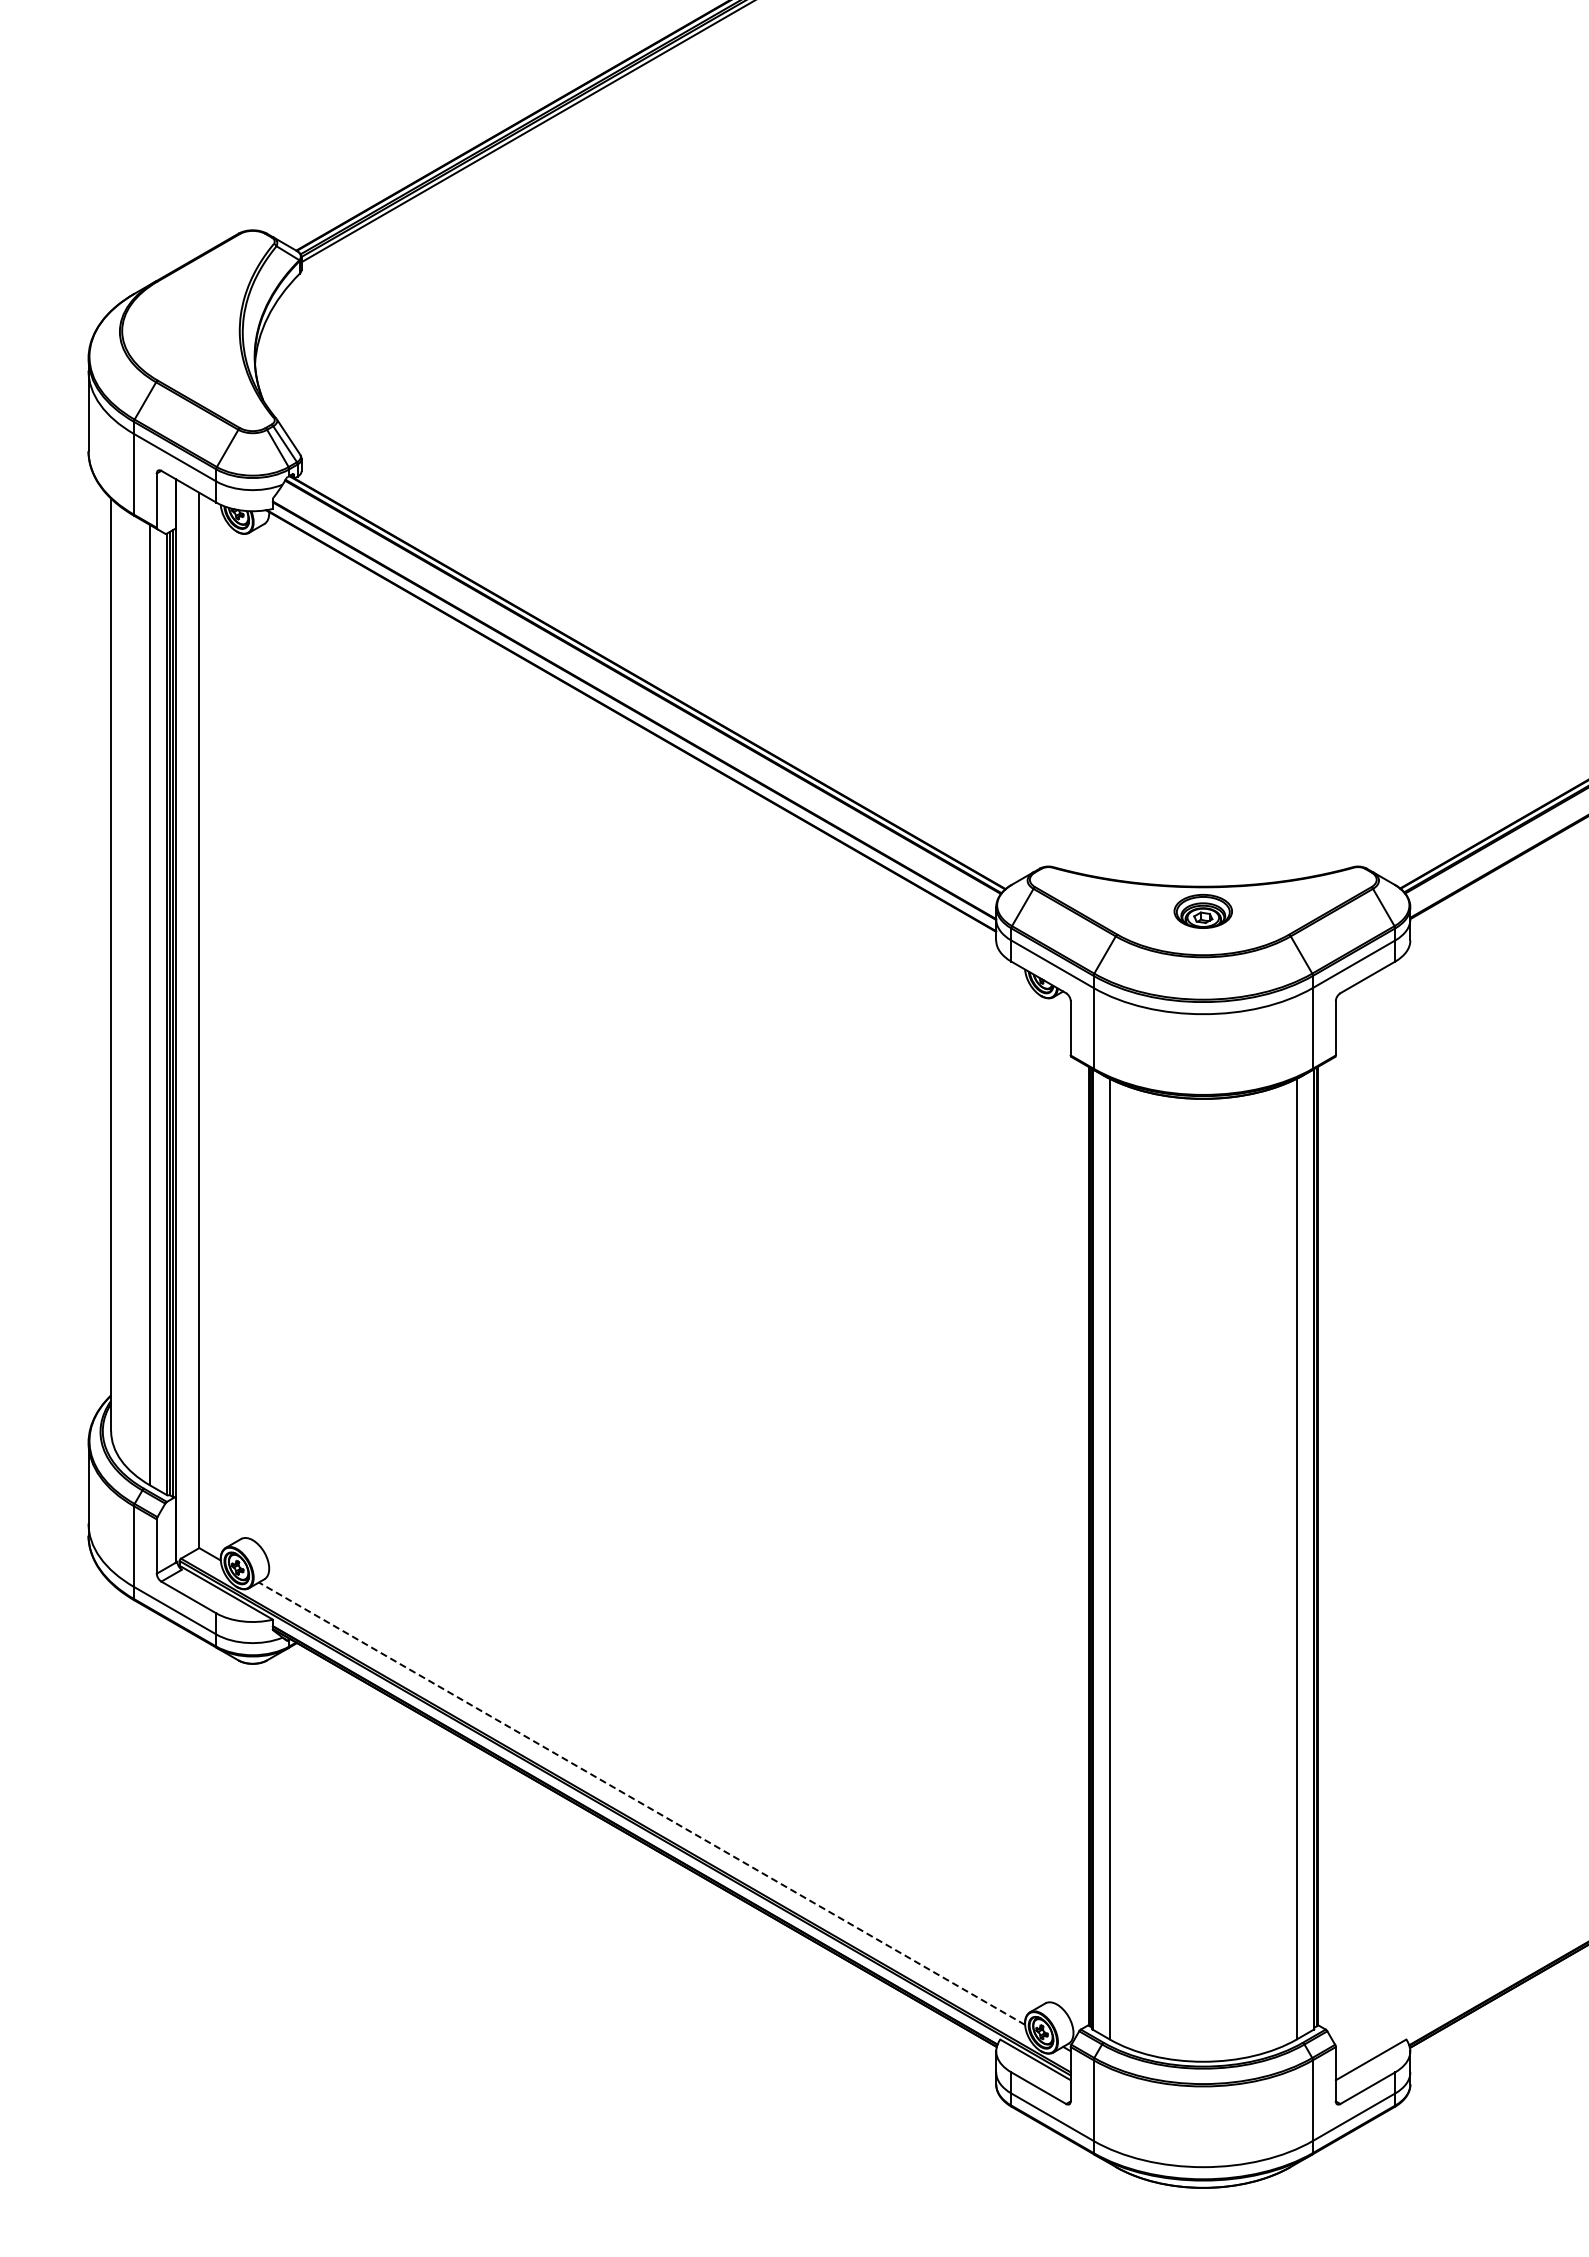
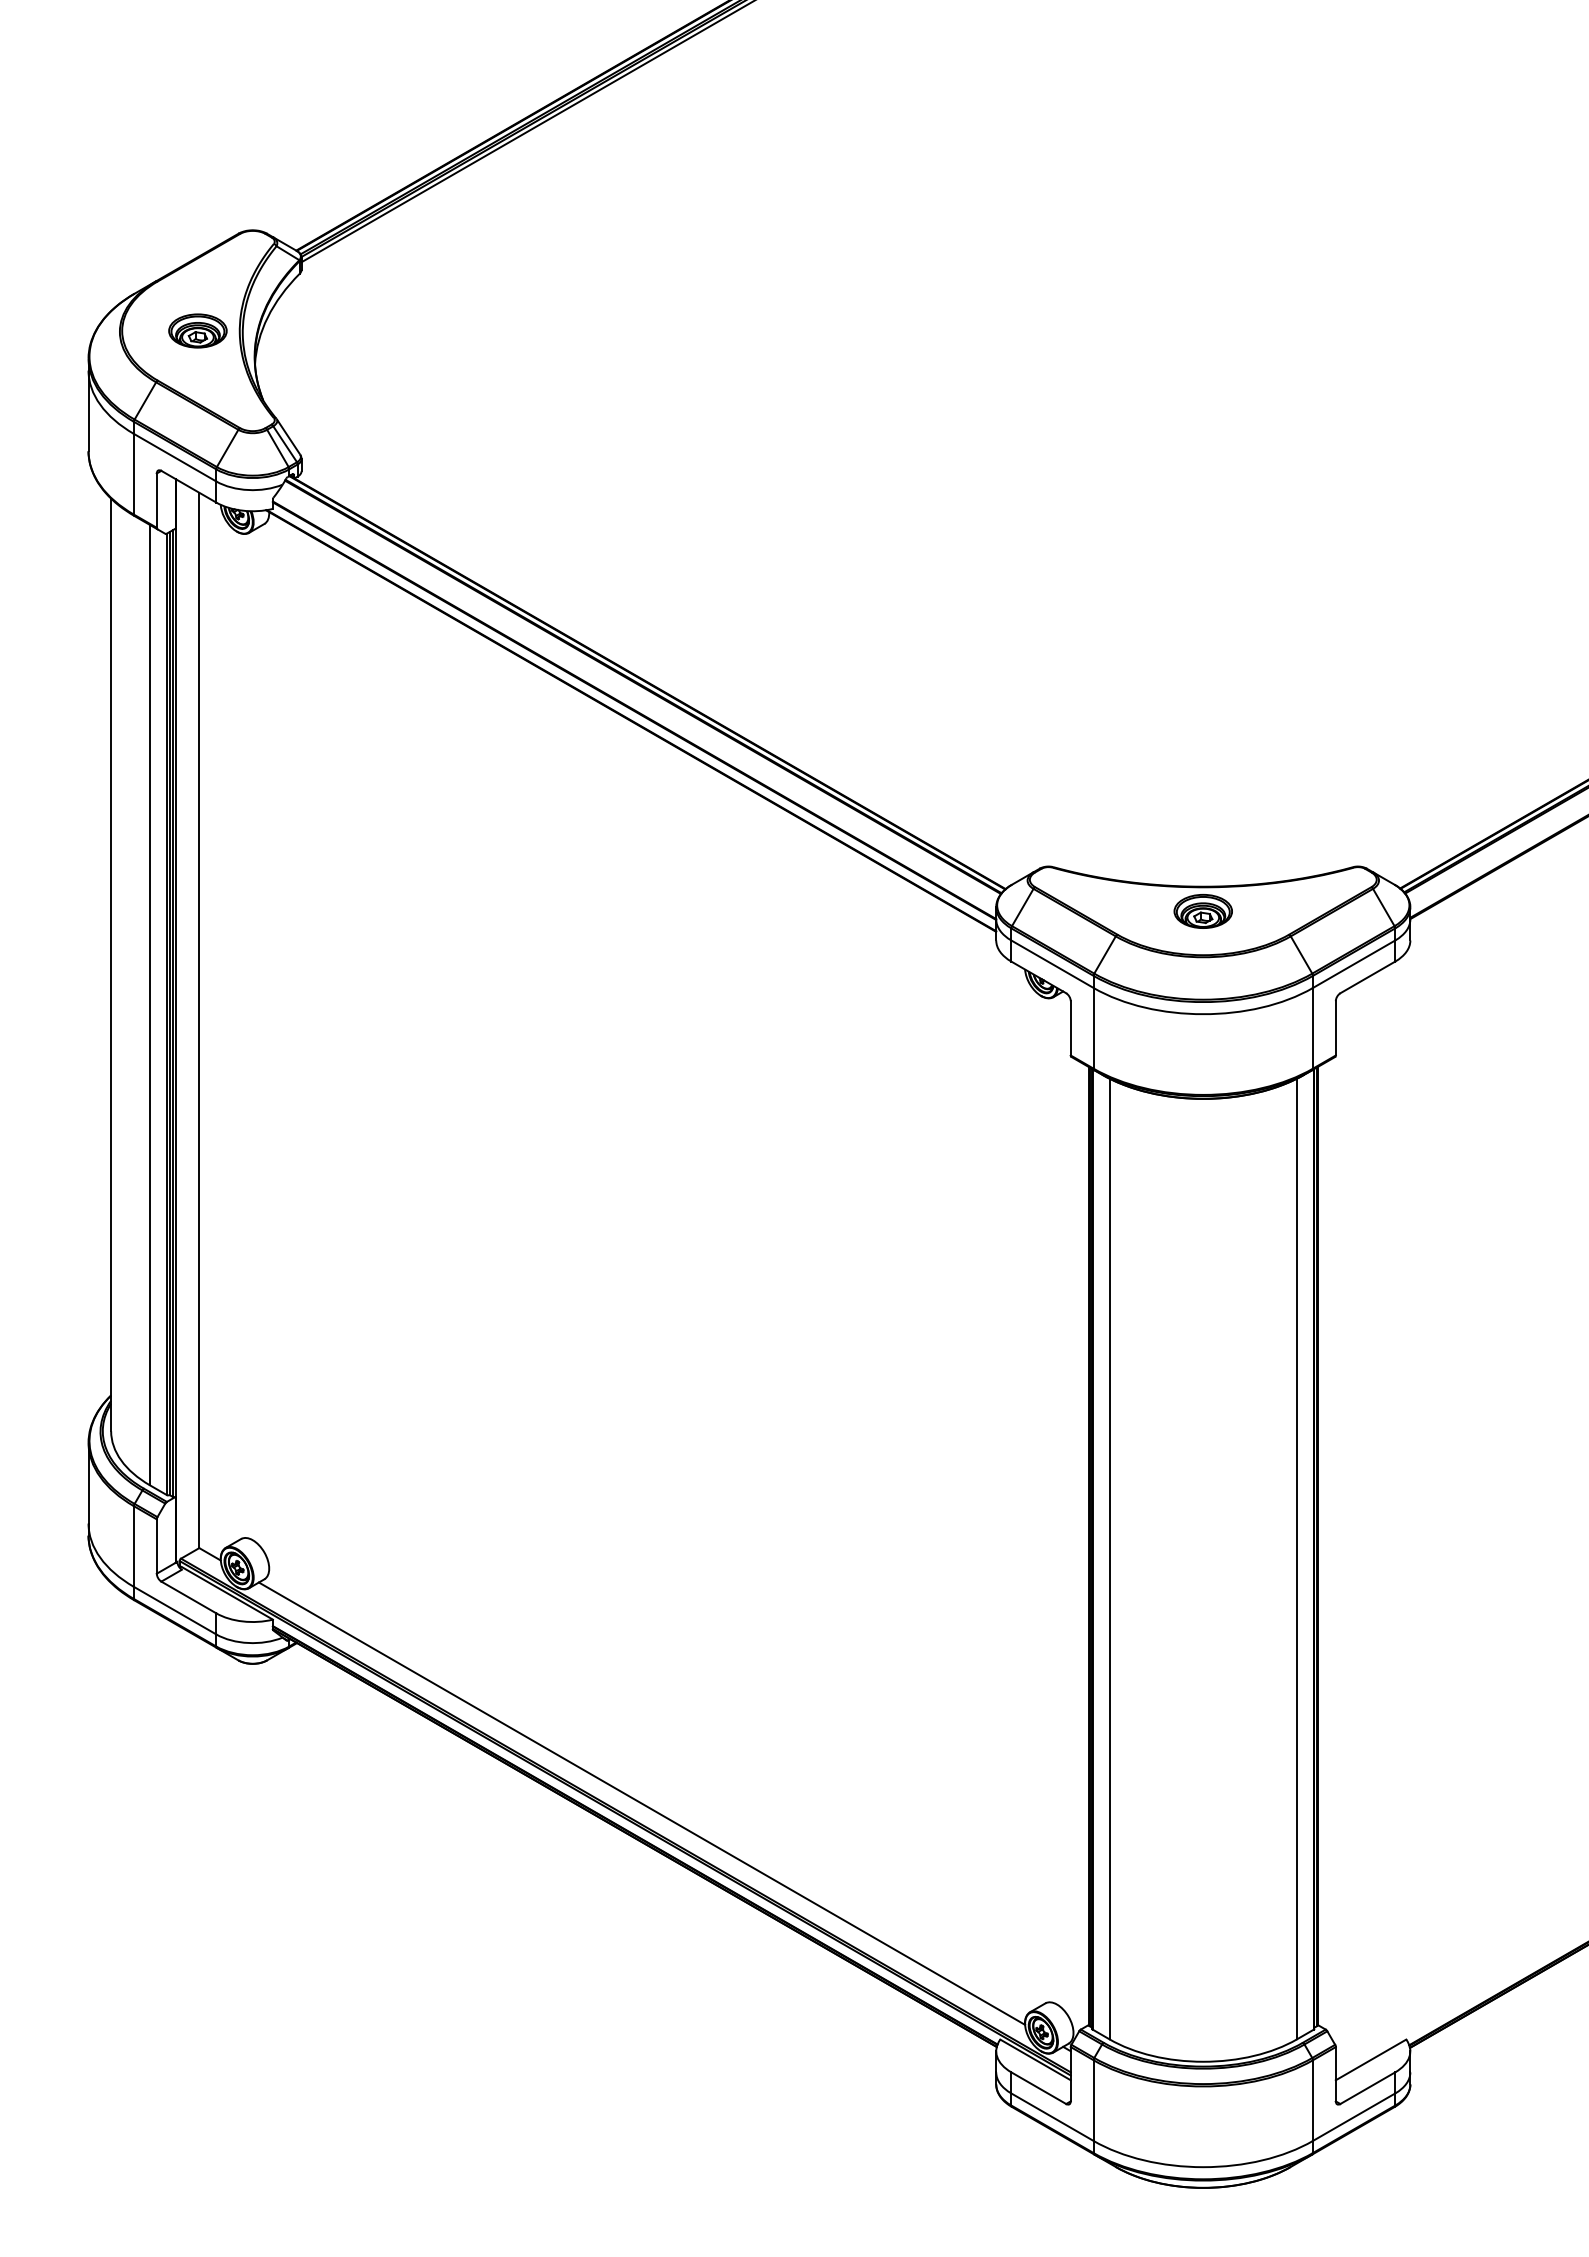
part at (197, 330): none -> present
line at (641, 1803): dashed -> solid
